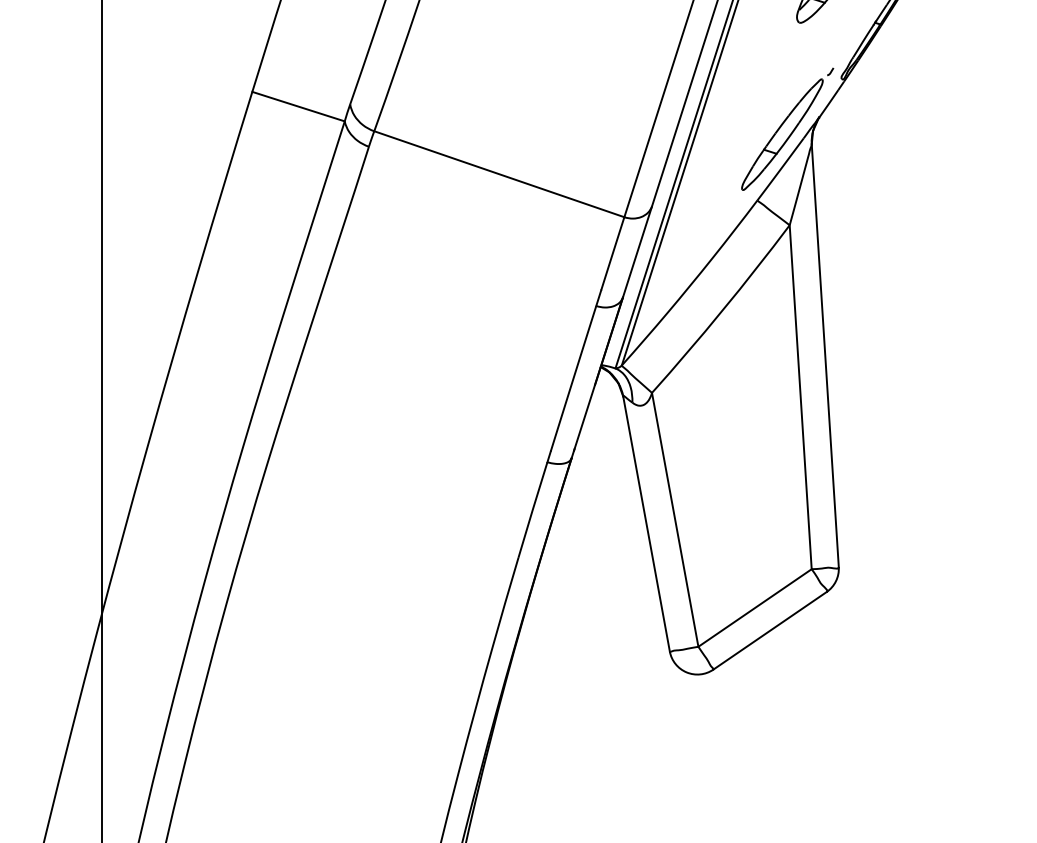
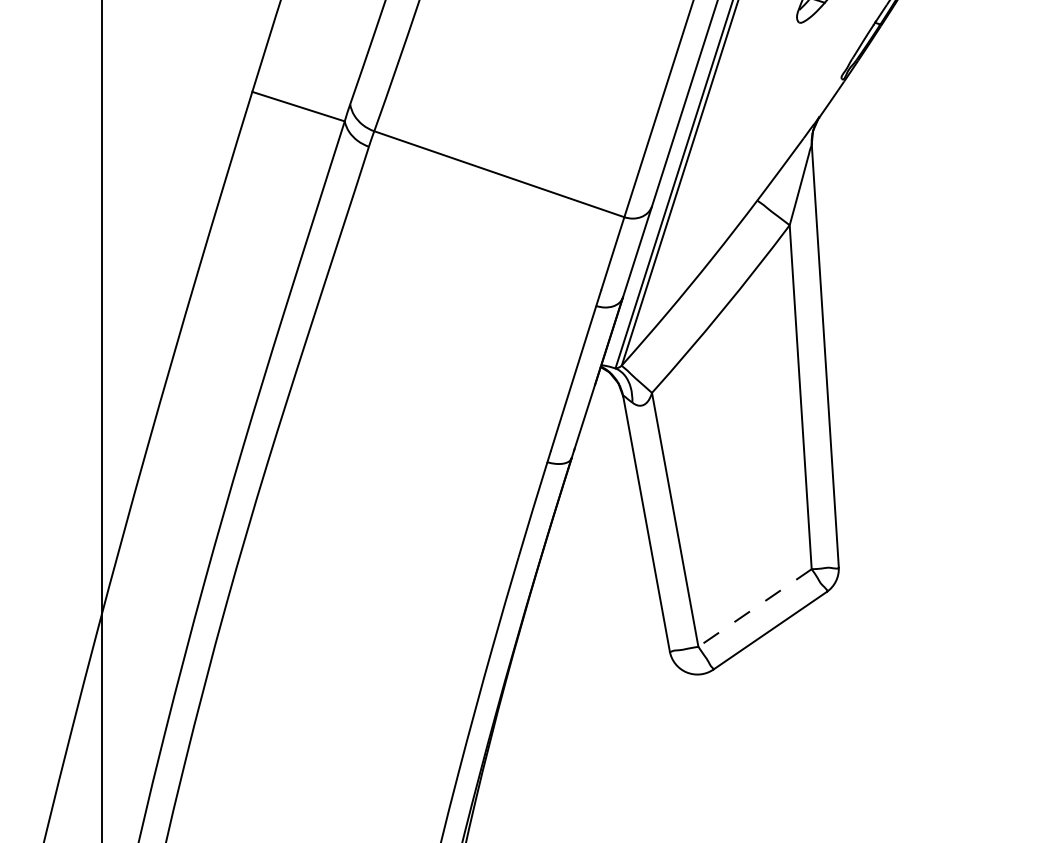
part at (787, 128): present -> none
line at (755, 608): solid -> dashed
